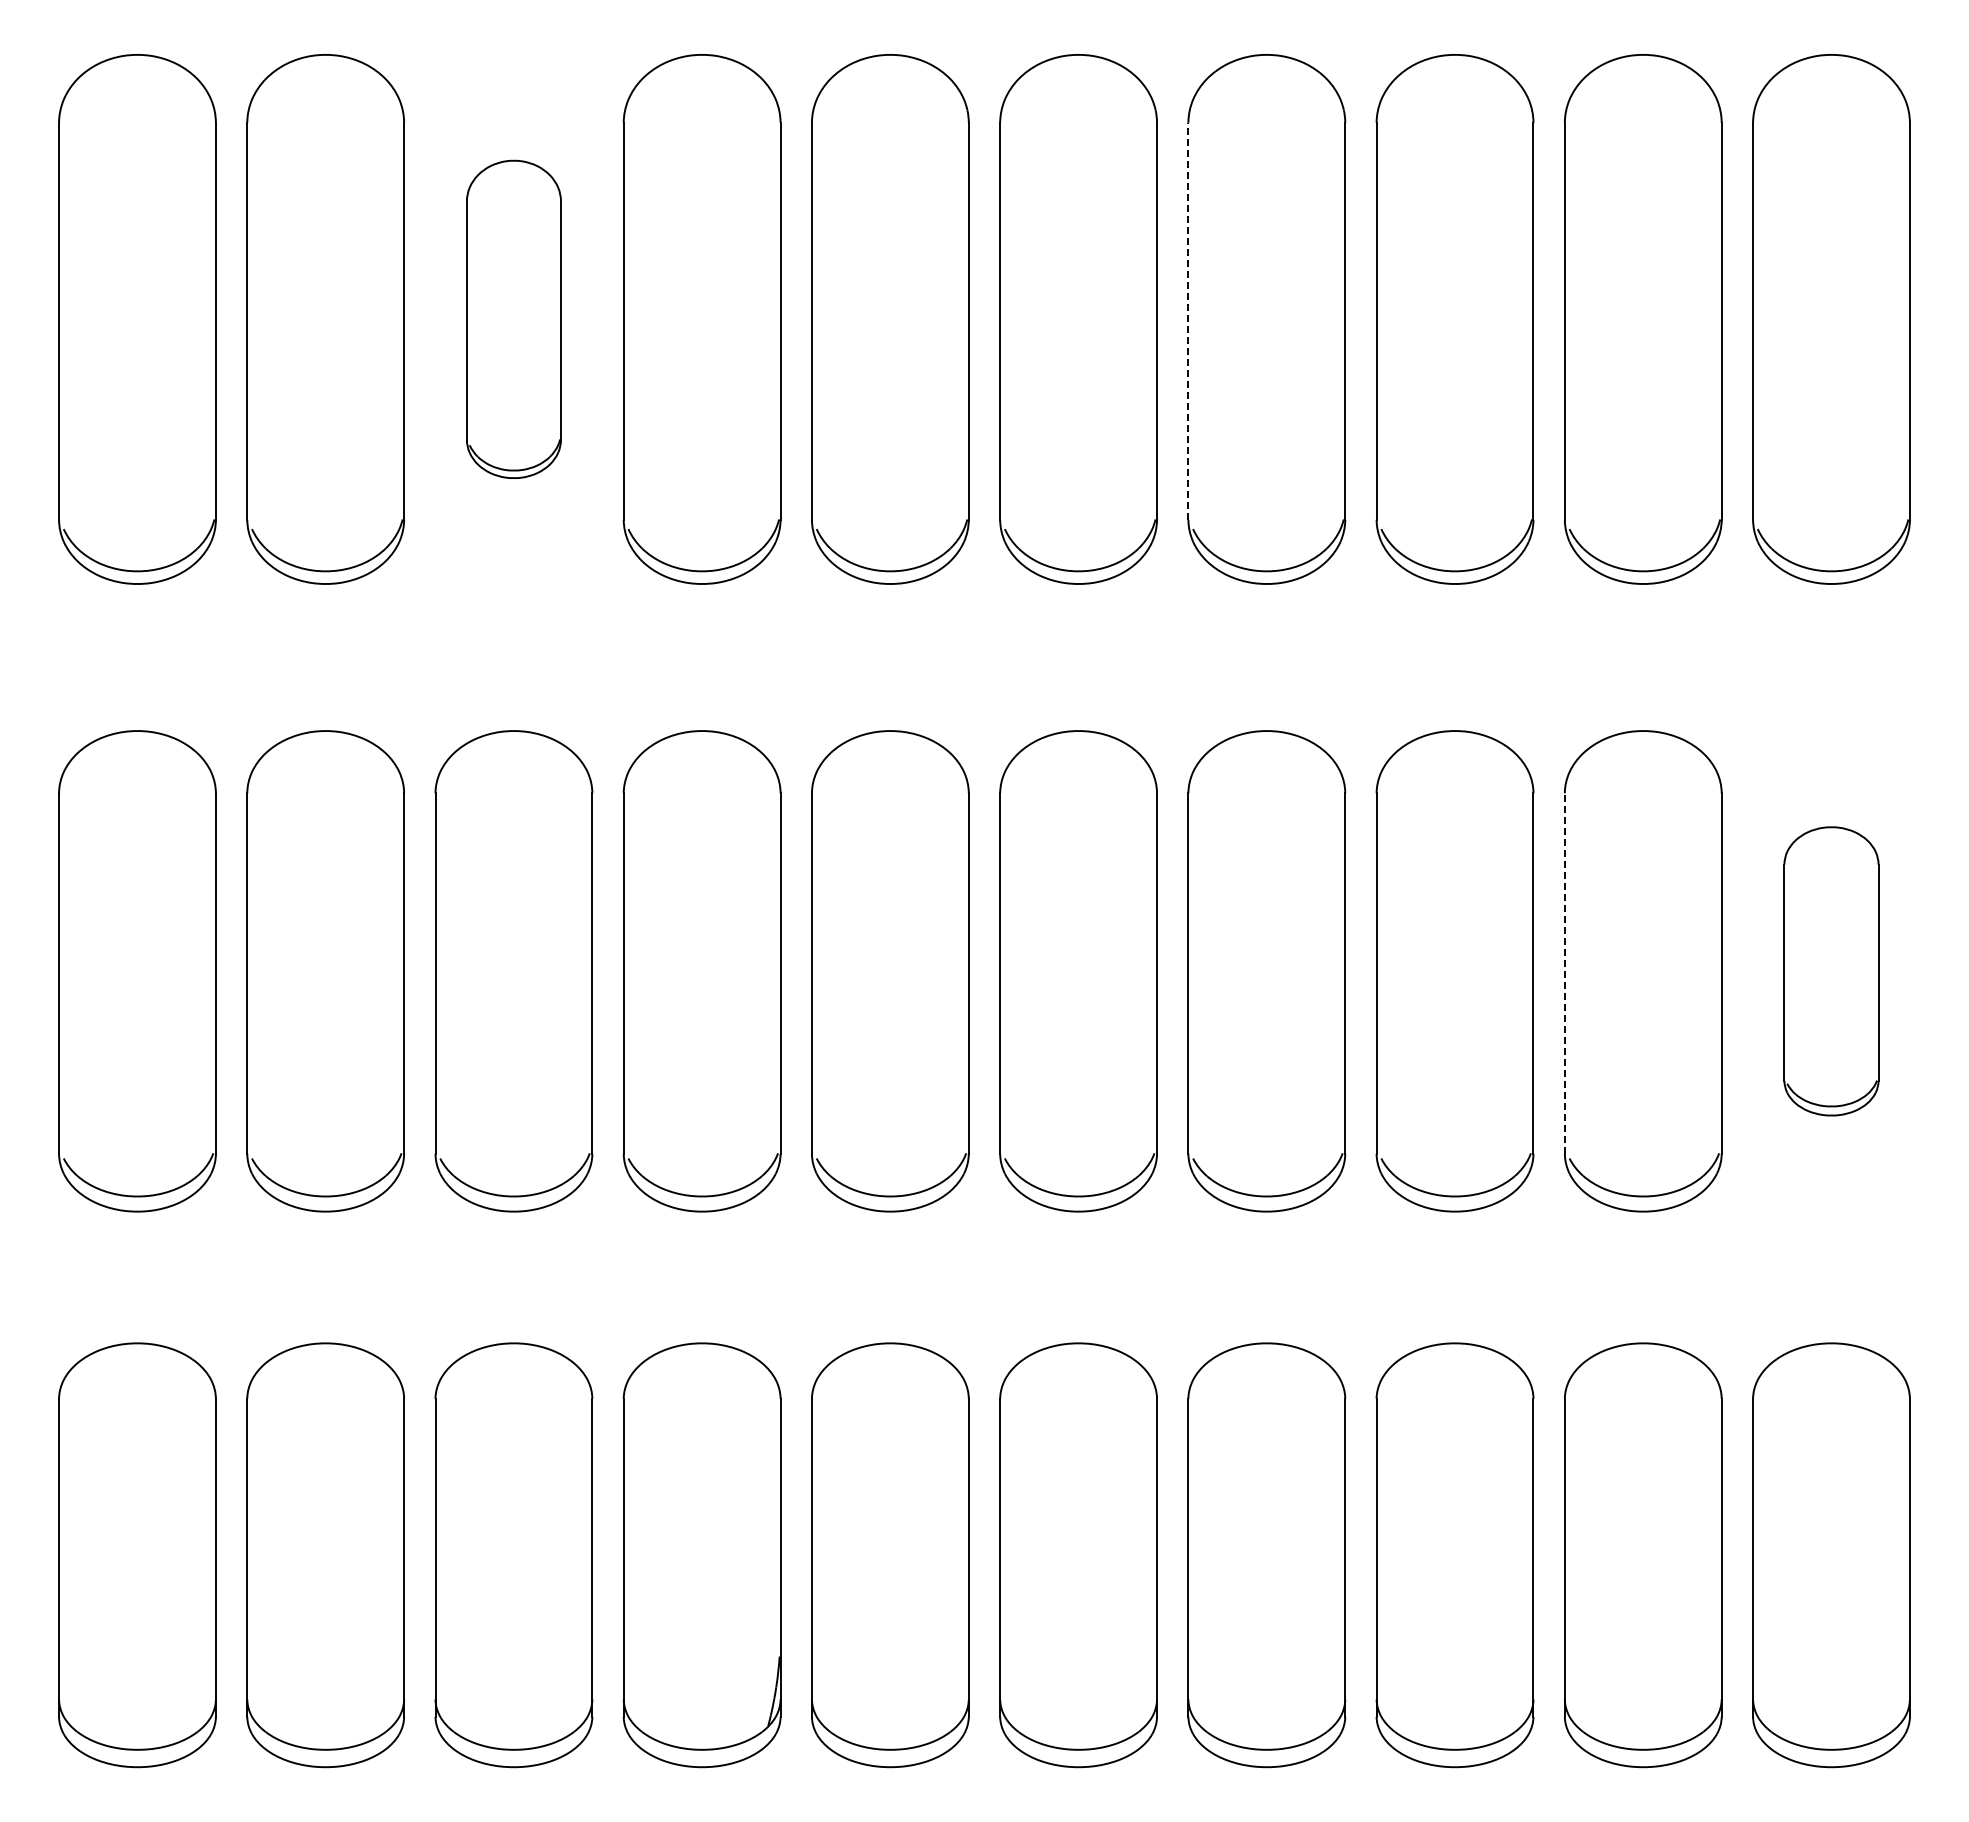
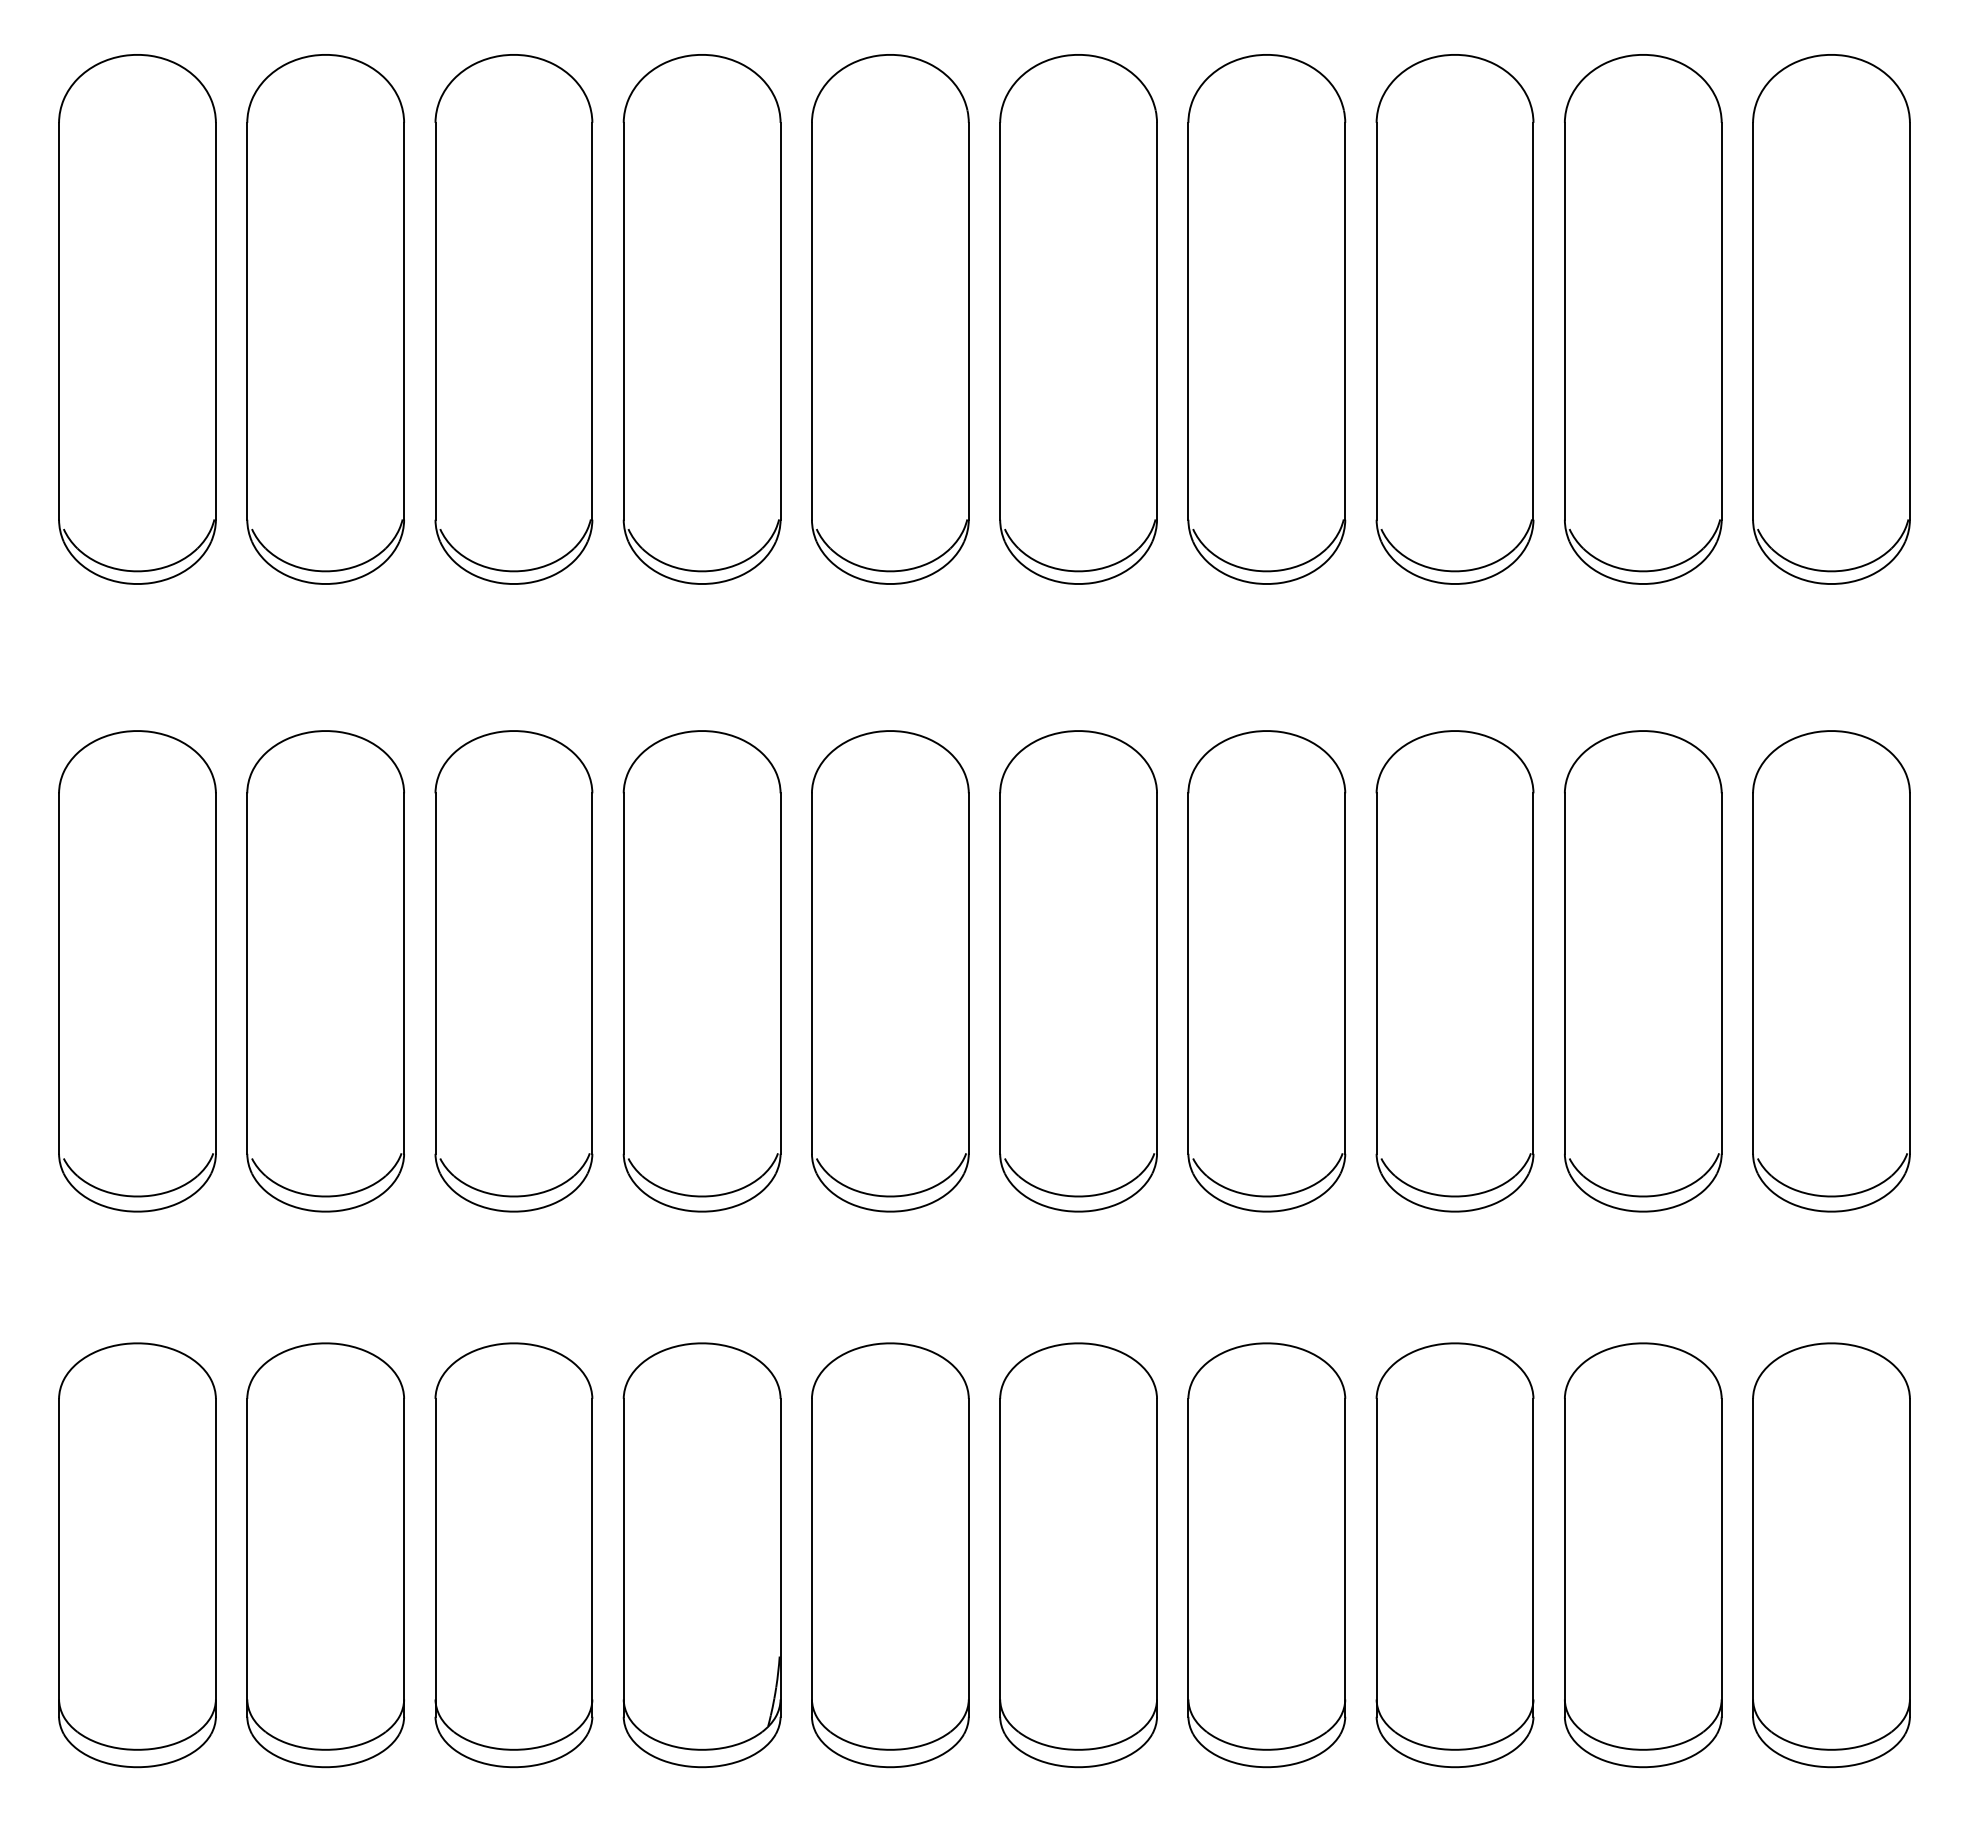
part at (513, 318) size: 96x320 px -> 160x531 px
line at (1188, 320): dashed -> solid
part at (1831, 971) size: 97x291 px -> 159x483 px
line at (1564, 973): dashed -> solid
